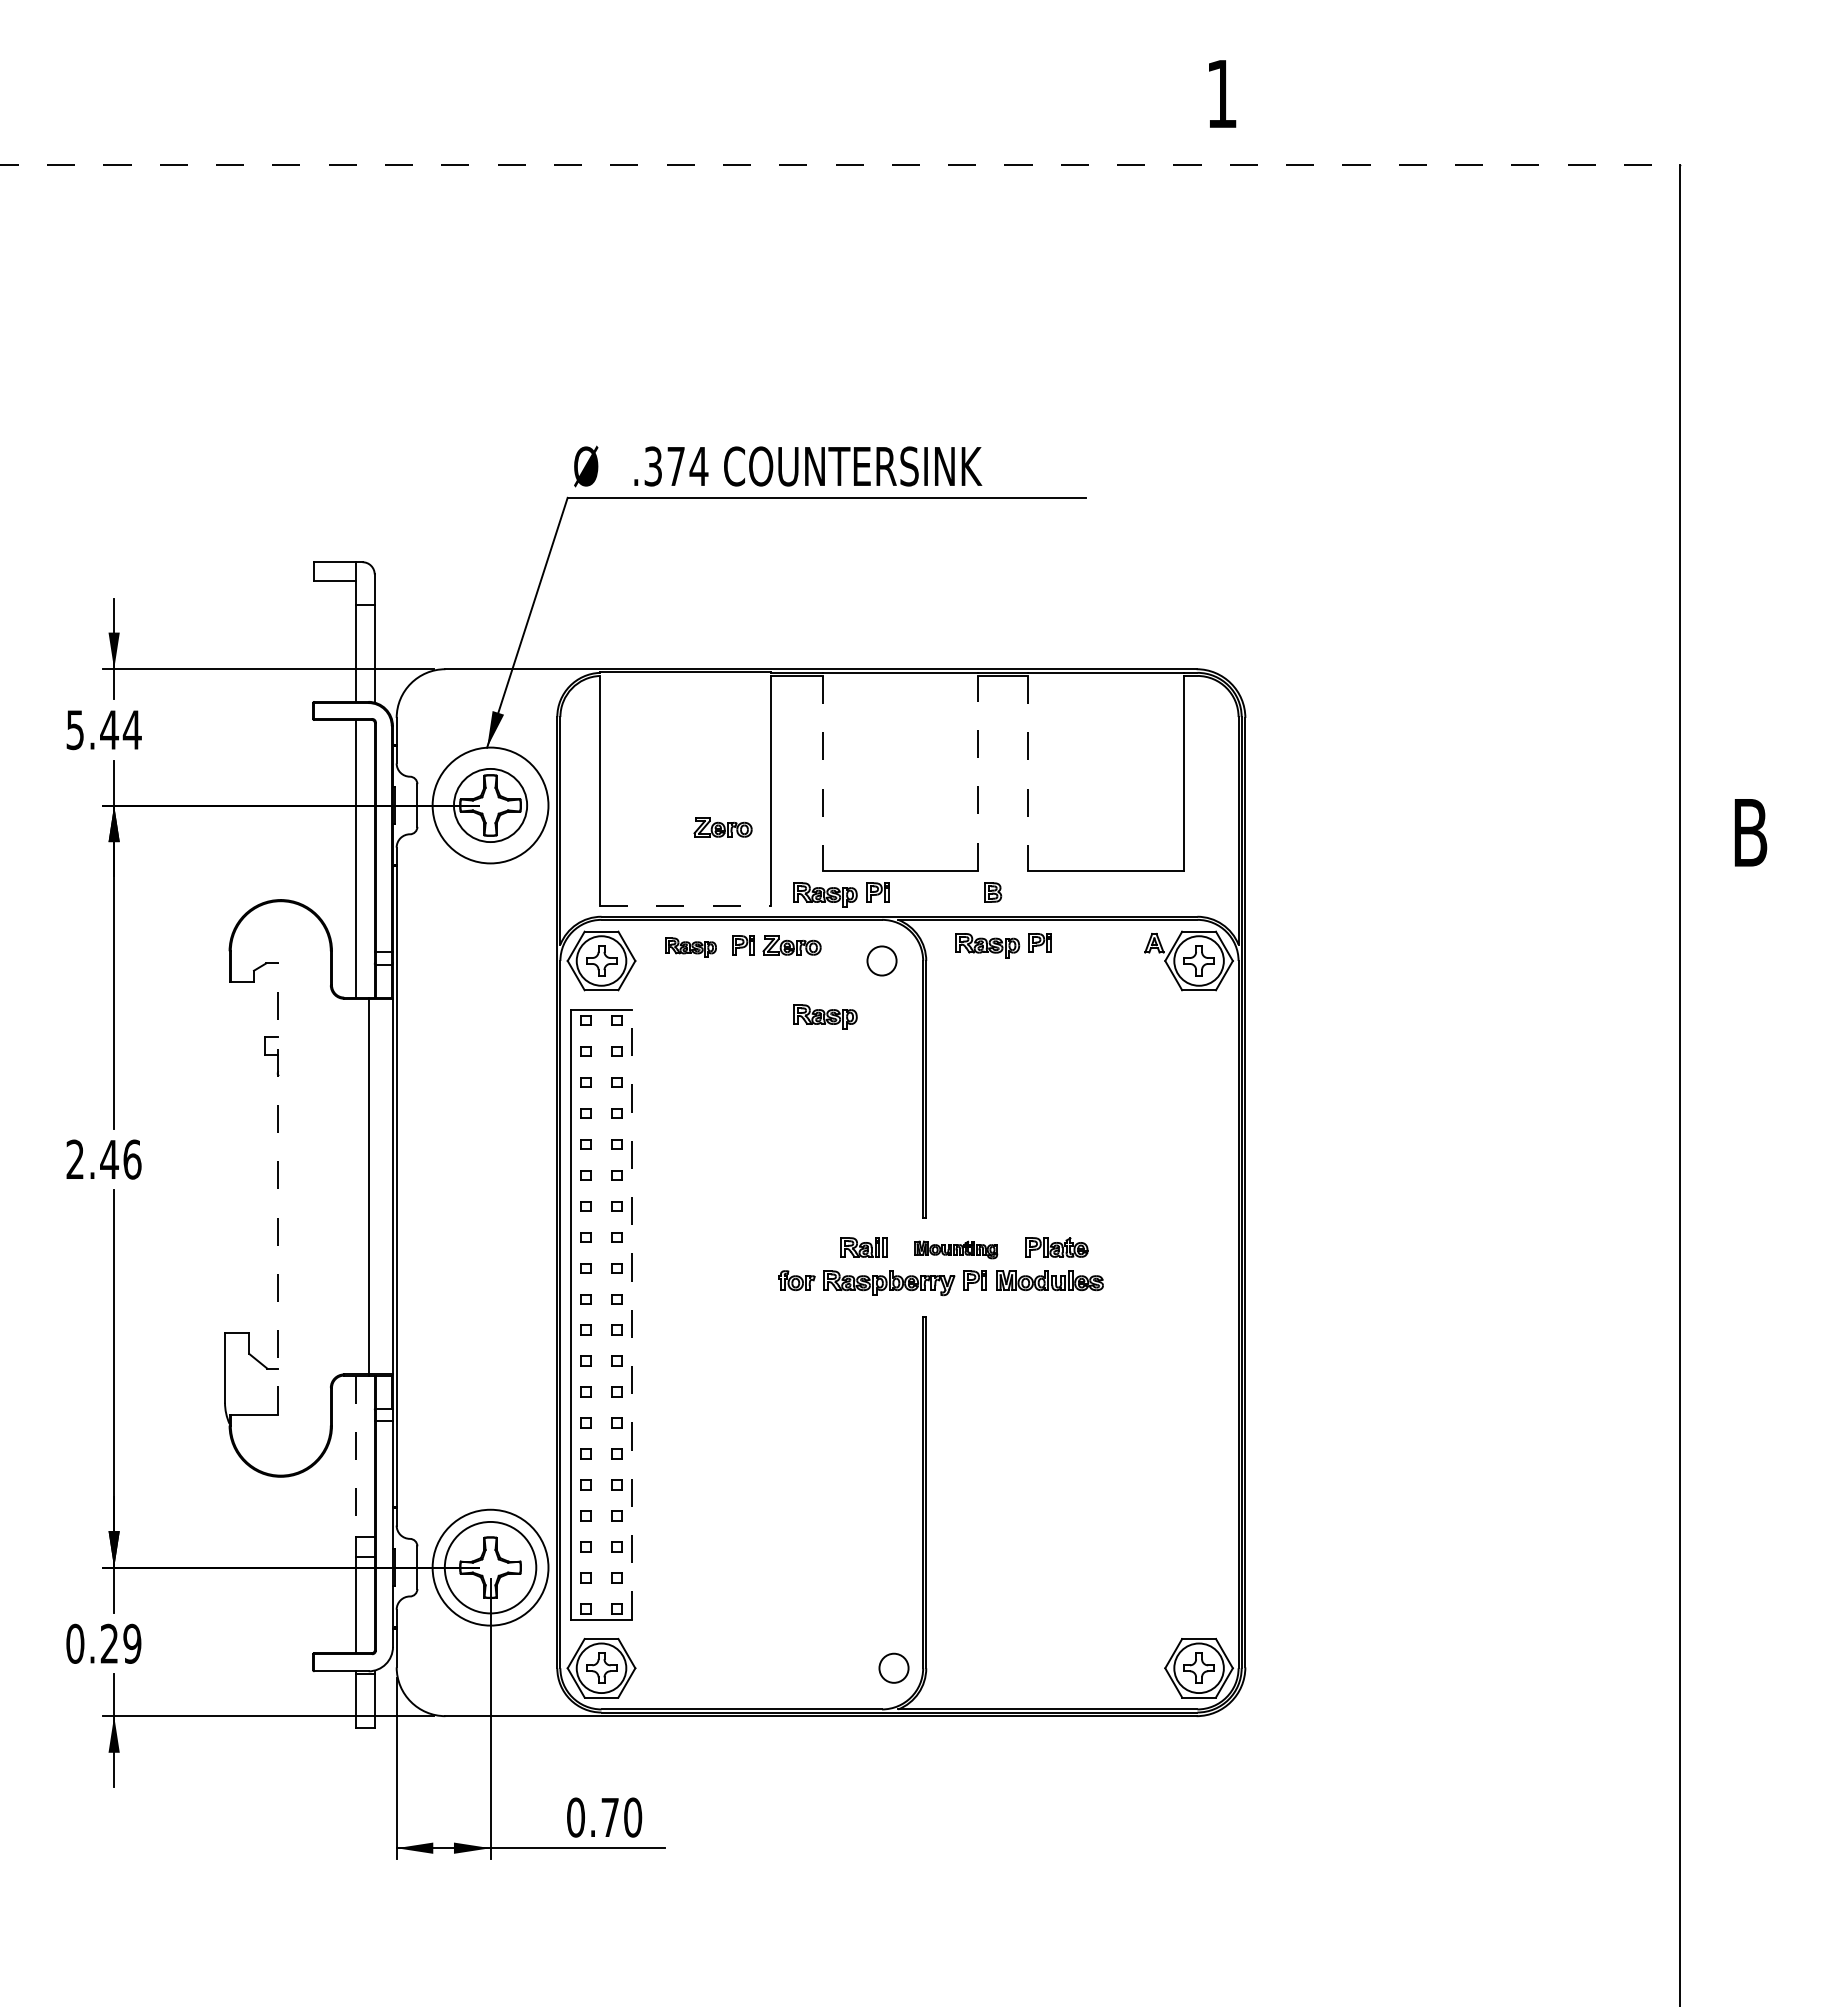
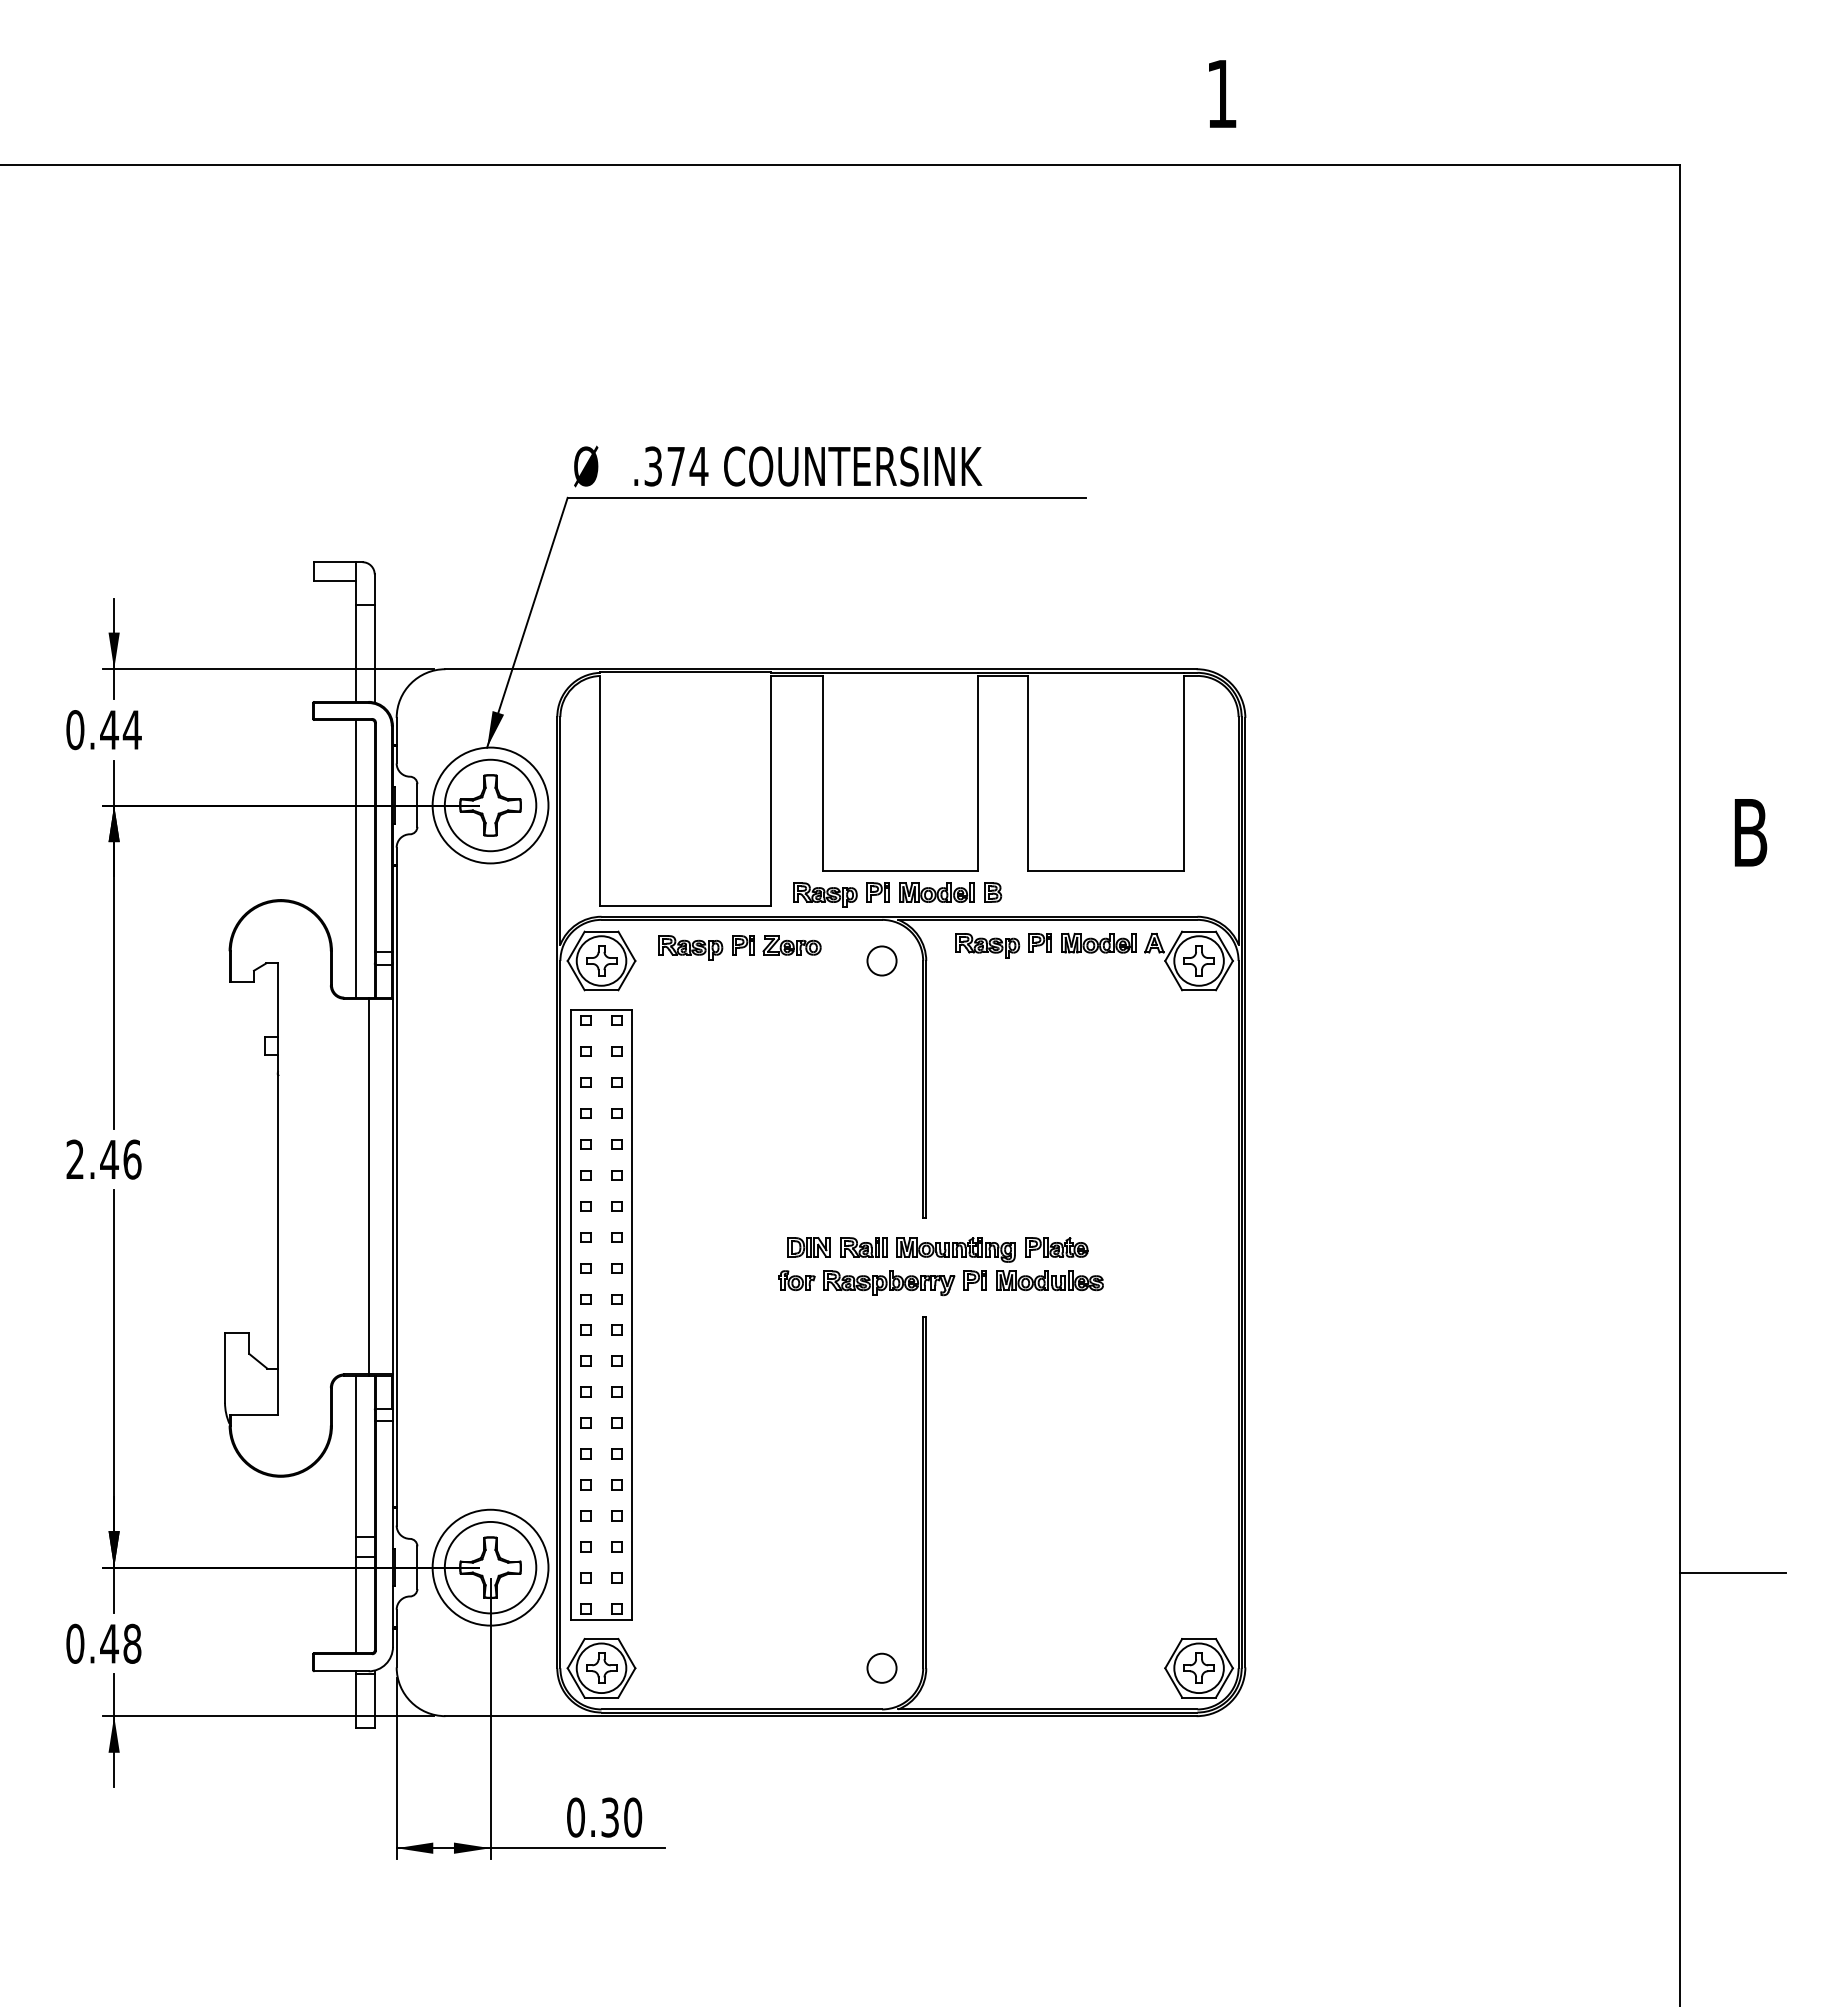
line at (840, 165): dashed -> solid
text at (75, 730): 5.44 -> 0.44
line at (978, 772): dashed -> solid
line at (822, 773): dashed -> solid
line at (1028, 773): dashed -> solid
circle at (490, 805) diameter: 73 px -> 91 px
part at (722, 827): present -> none
part at (936, 892): none -> present
line at (685, 906): dashed -> solid
part at (1098, 942): none -> present
part at (690, 947) size: 52x21 px -> 66x26 px
part at (825, 1016): present -> none
line at (278, 1189): dashed -> solid
part at (808, 1247): none -> present
part at (956, 1249) size: 85x20 px -> 120x26 px
line at (632, 1314): dashed -> solid
line at (356, 1456): dashed -> solid
line at (1732, 1573): none -> present
text at (120, 1643): 0.29 -> 0.48
circle at (893, 1667) position: (893, 1667) -> (881, 1667)
text at (609, 1817): 0.70 -> 0.30
